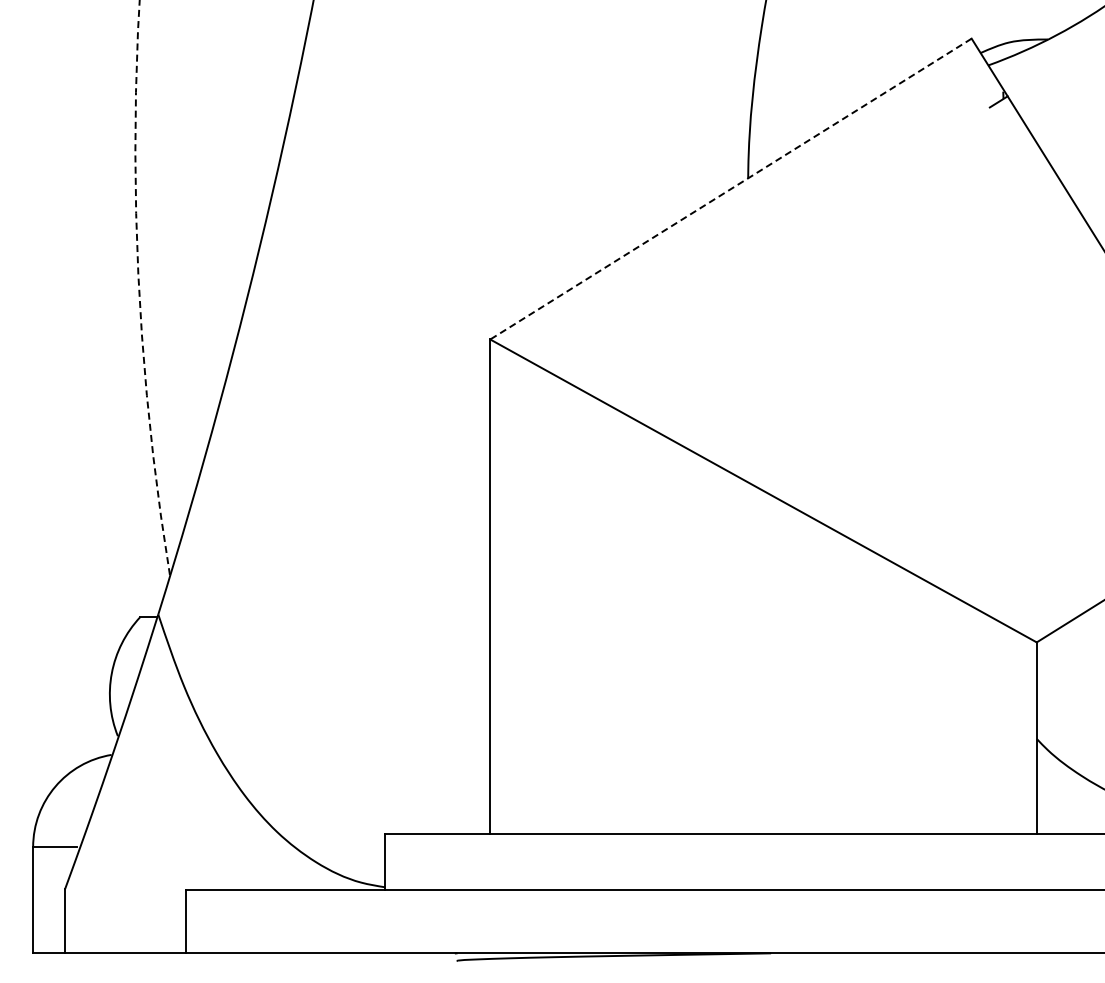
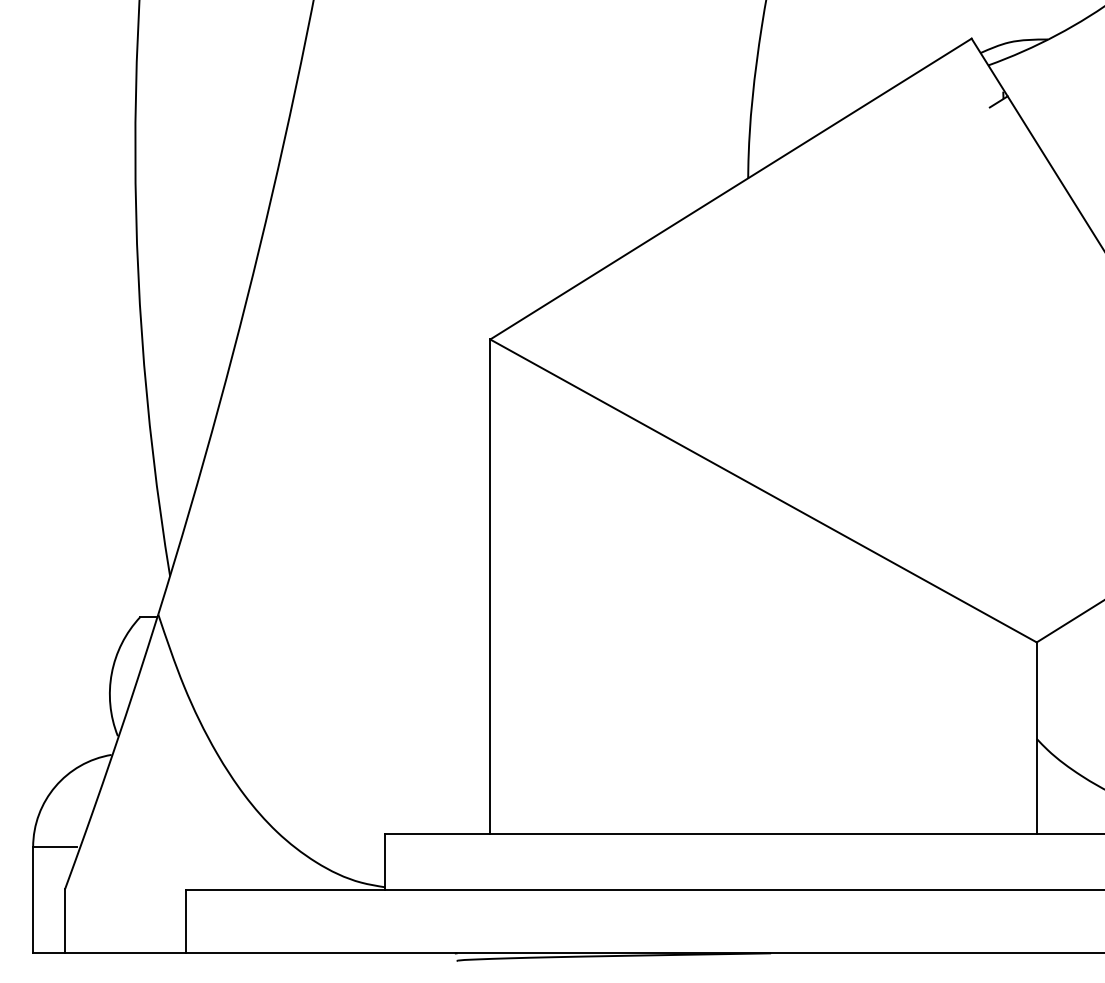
line at (730, 189): dashed -> solid
arc at (139, 288): dashed -> solid
